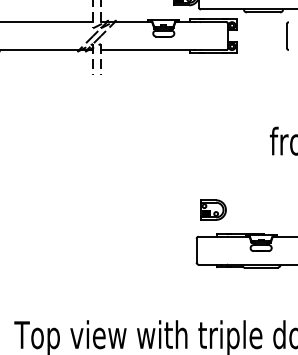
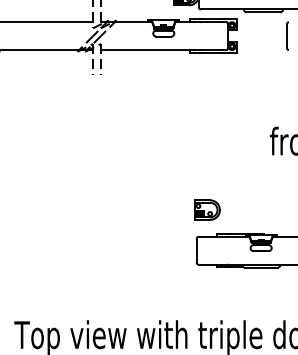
part at (213, 209) position: (213, 209) -> (207, 209)
